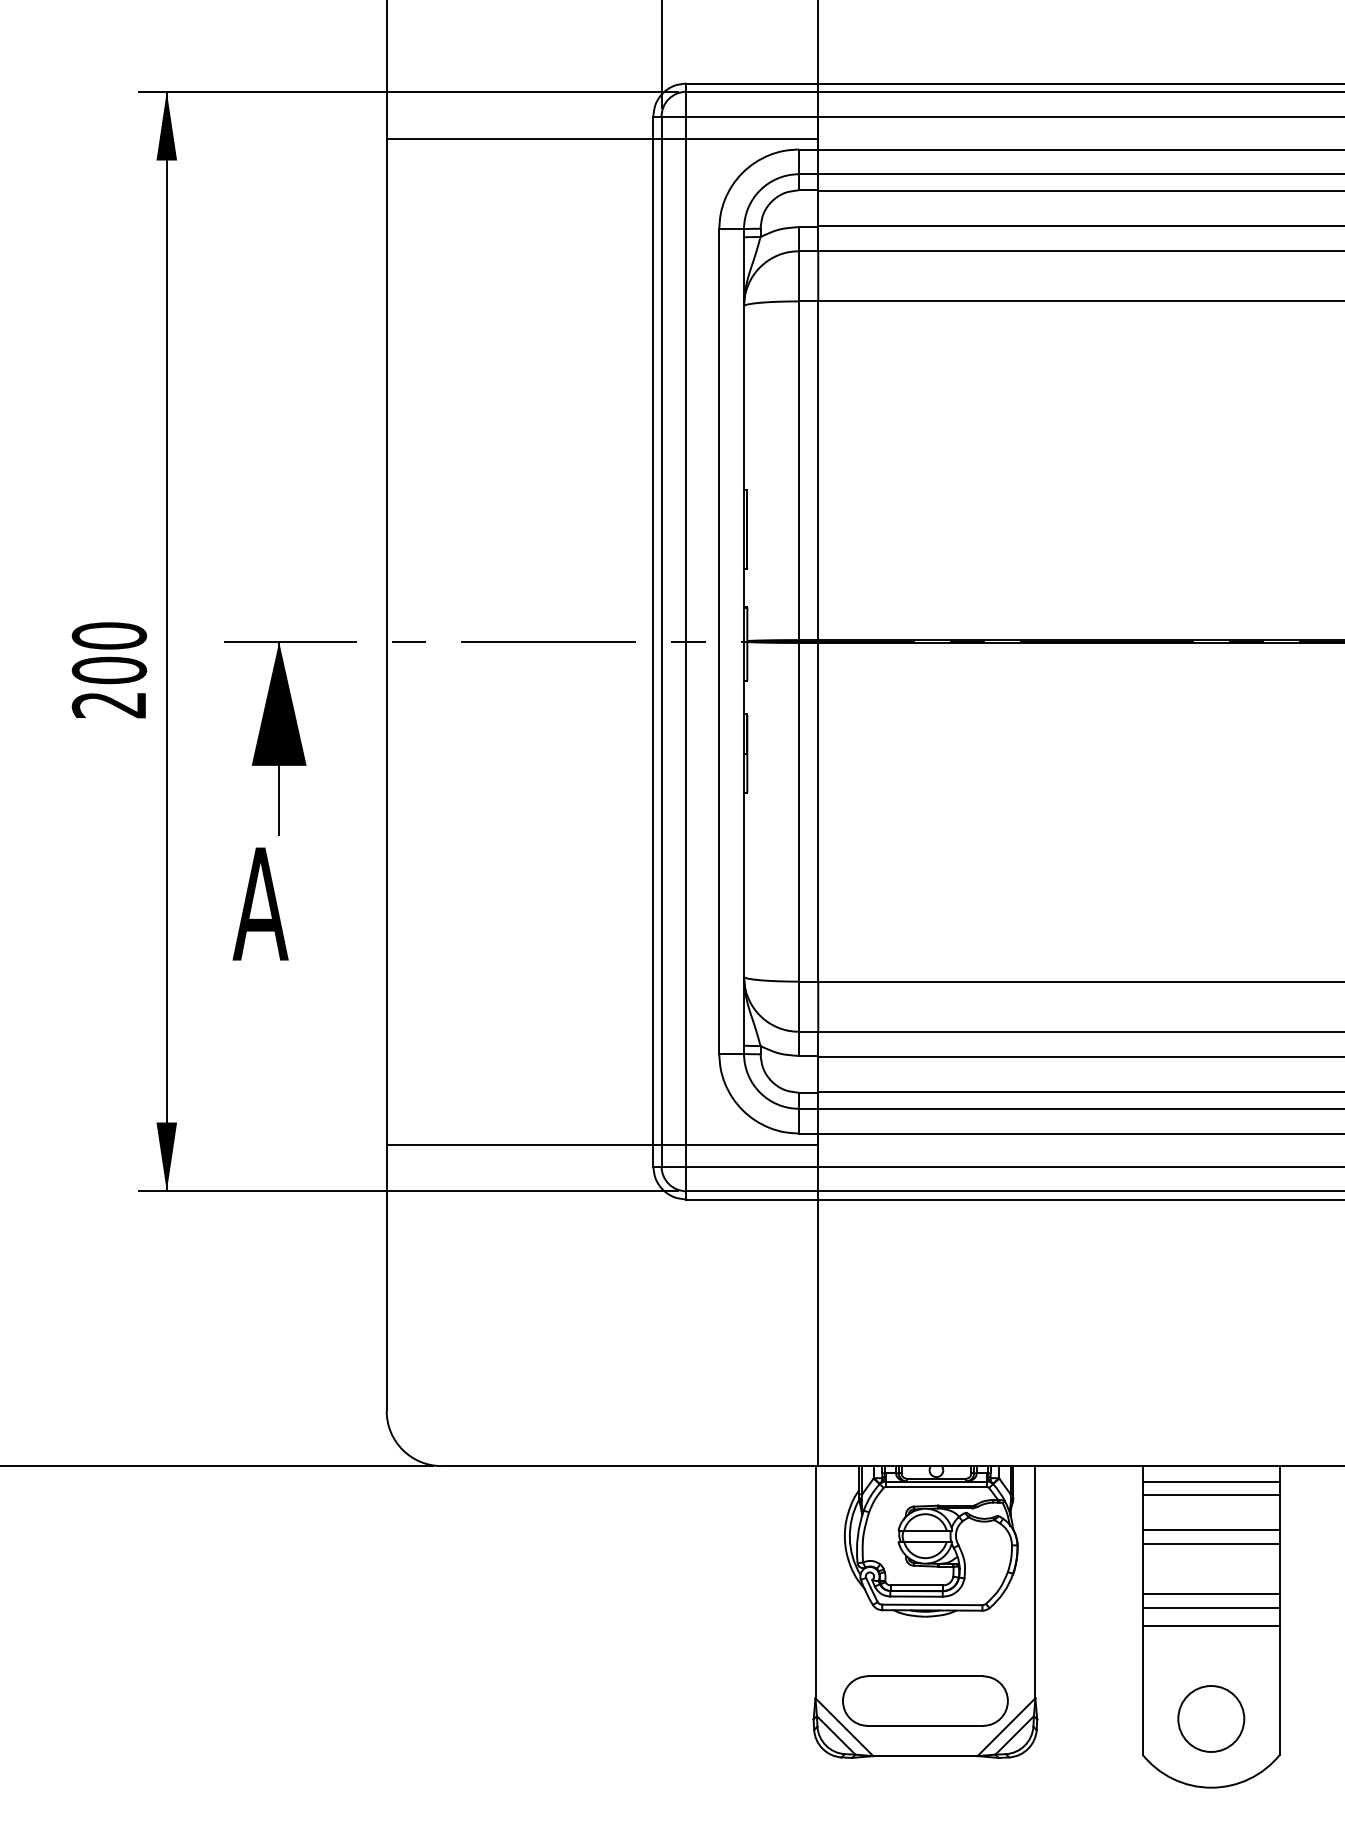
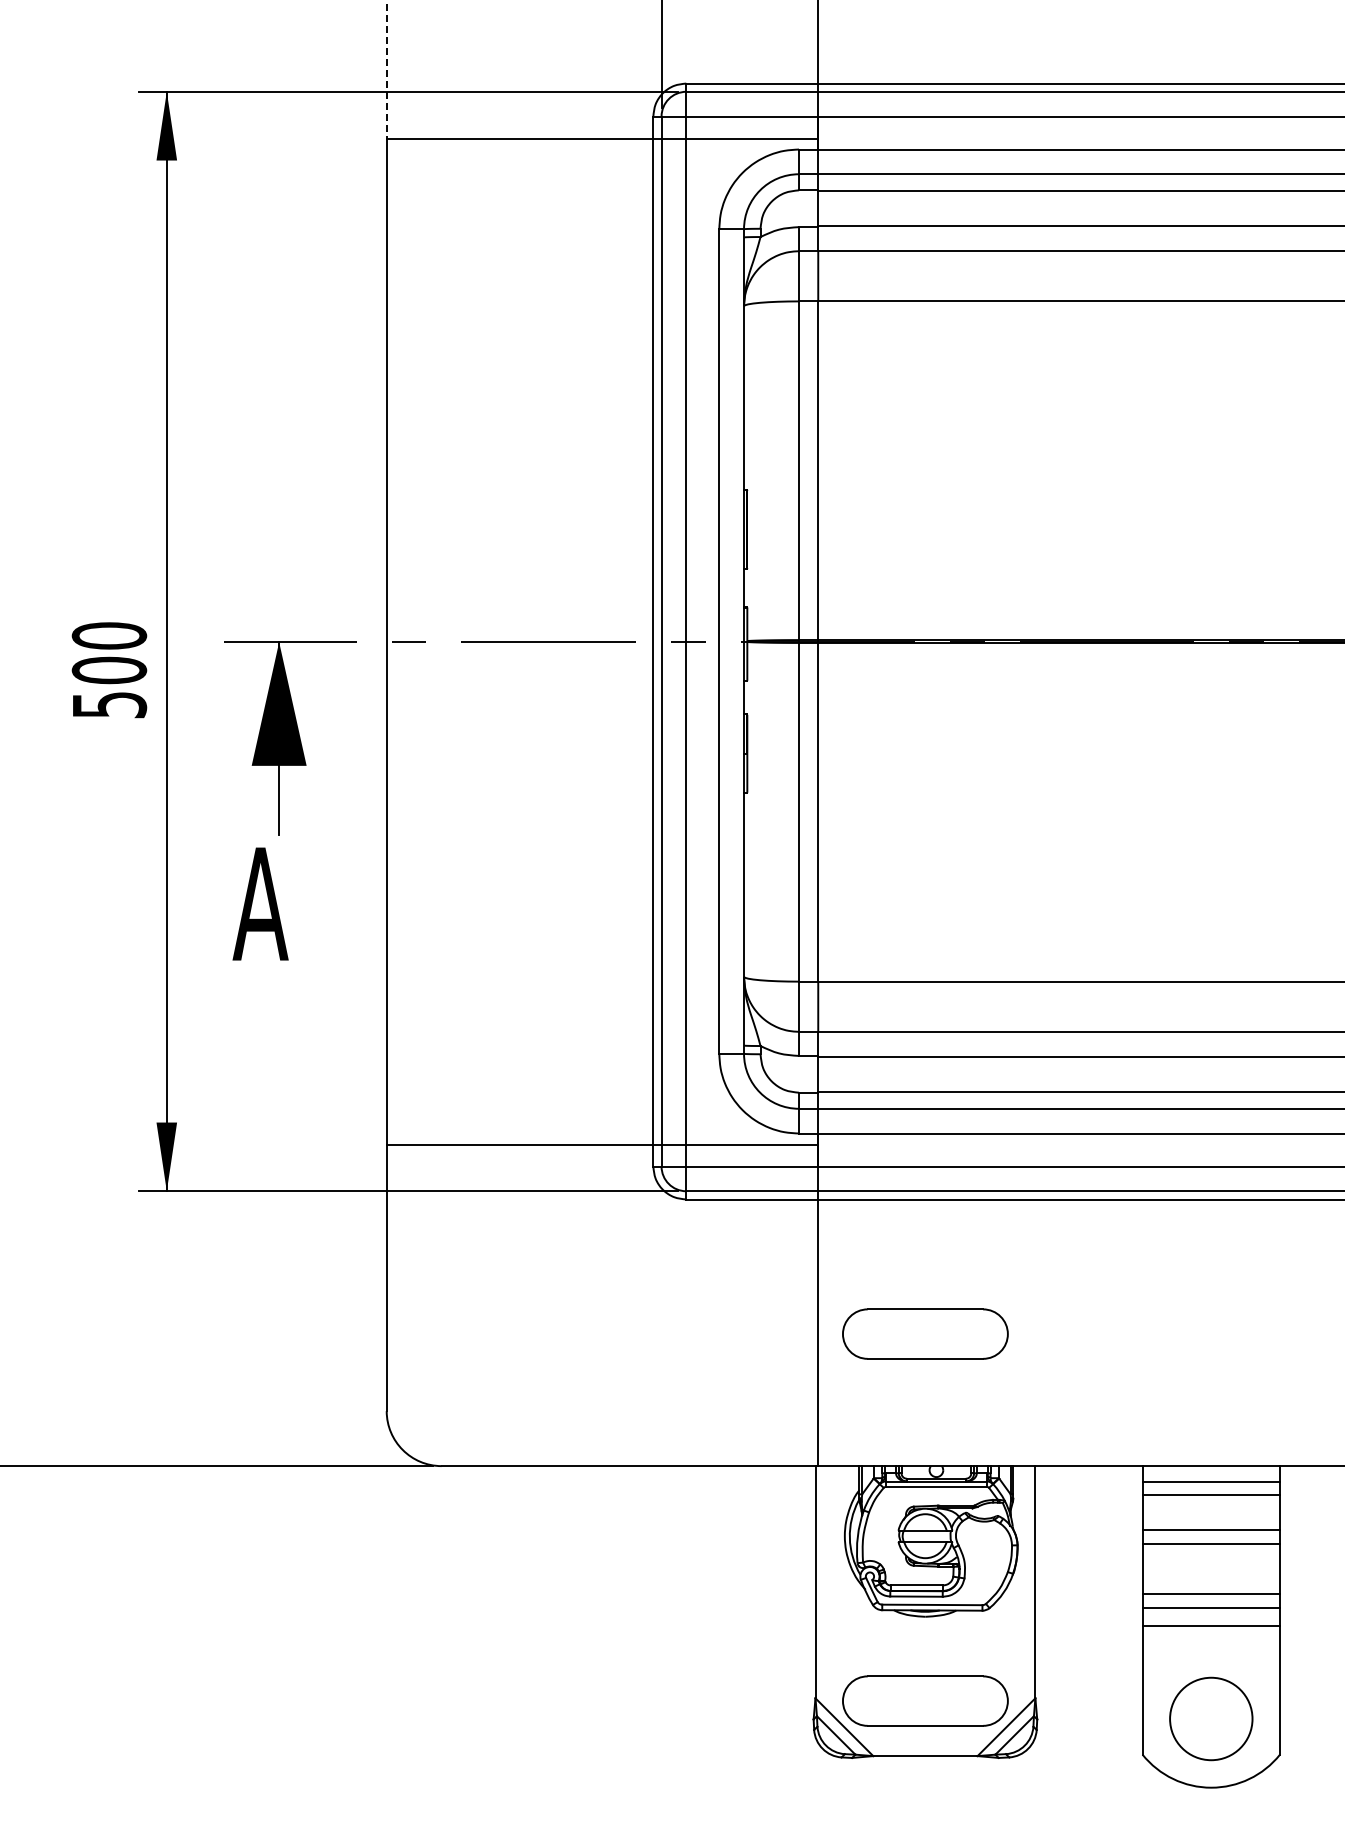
line at (386, 69): solid -> dashed
text at (109, 705): 200 -> 500
part at (925, 1333): none -> present
circle at (1211, 1718) diameter: 66 px -> 82 px
